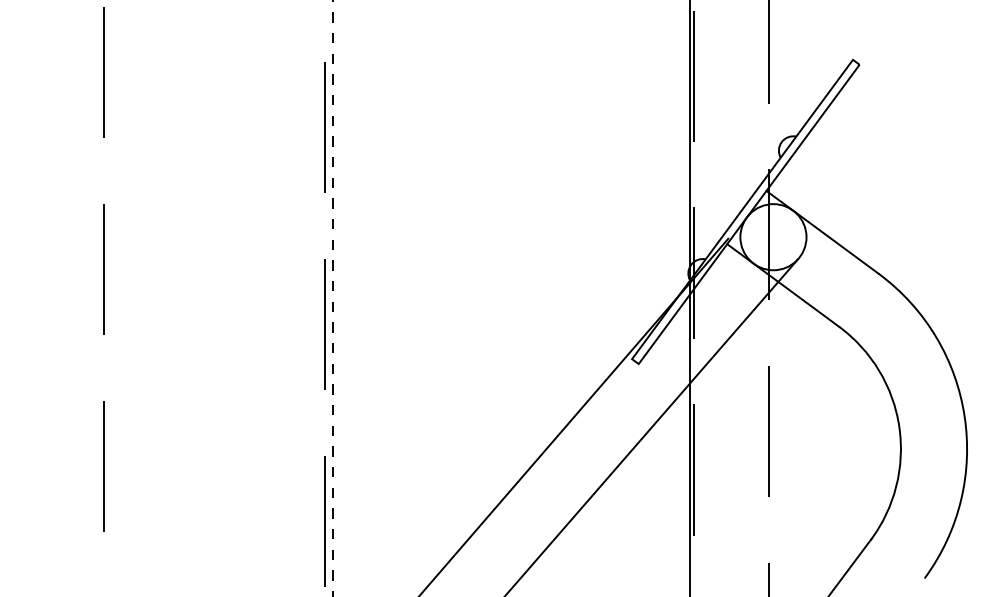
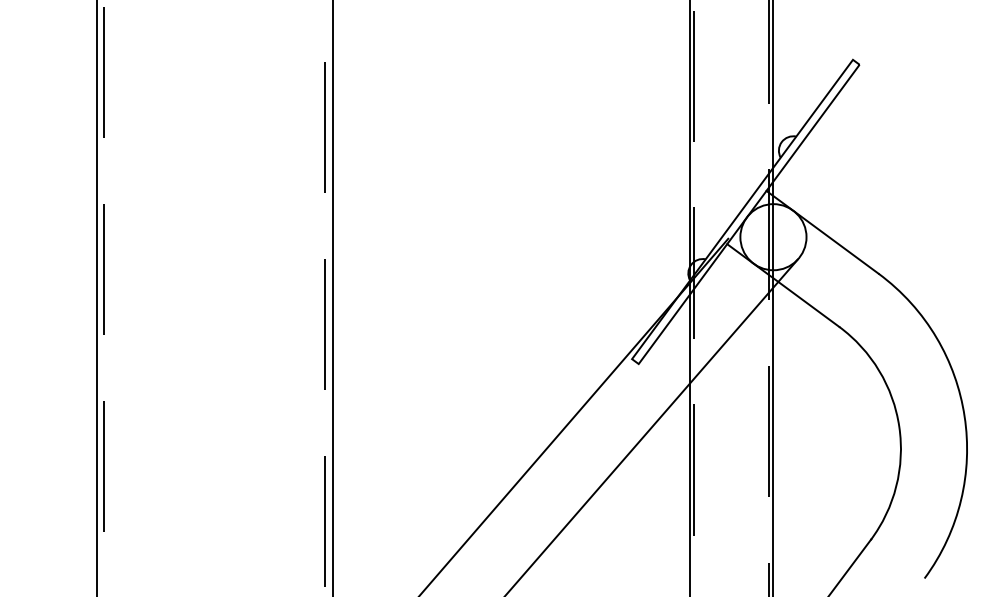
line at (96, 297): none -> present
line at (772, 297): none -> present
line at (332, 298): dashed -> solid
